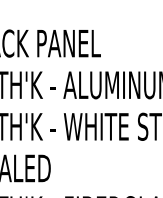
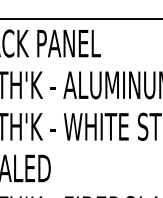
line at (80, 18): none -> present
